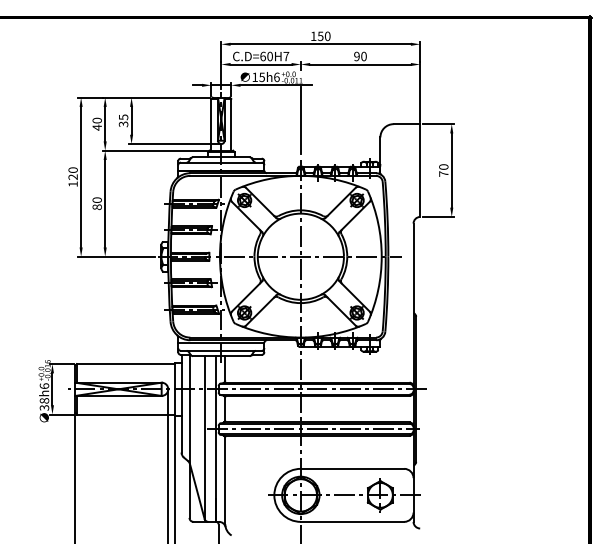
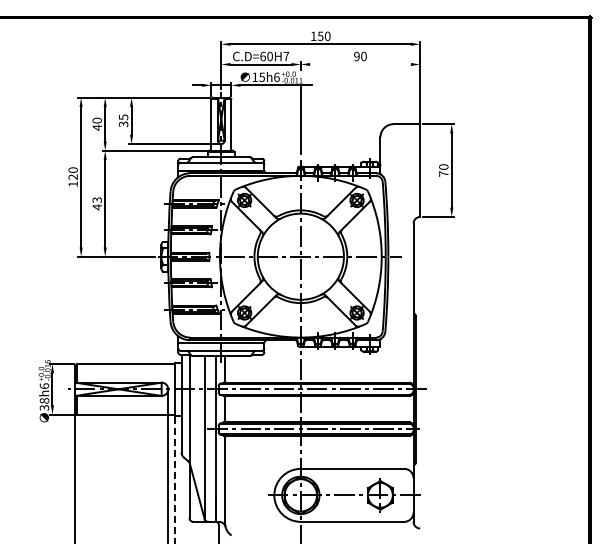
line at (360, 64): present -> none
text at (96, 203): 80 -> 43
line at (174, 480): solid -> dashed
